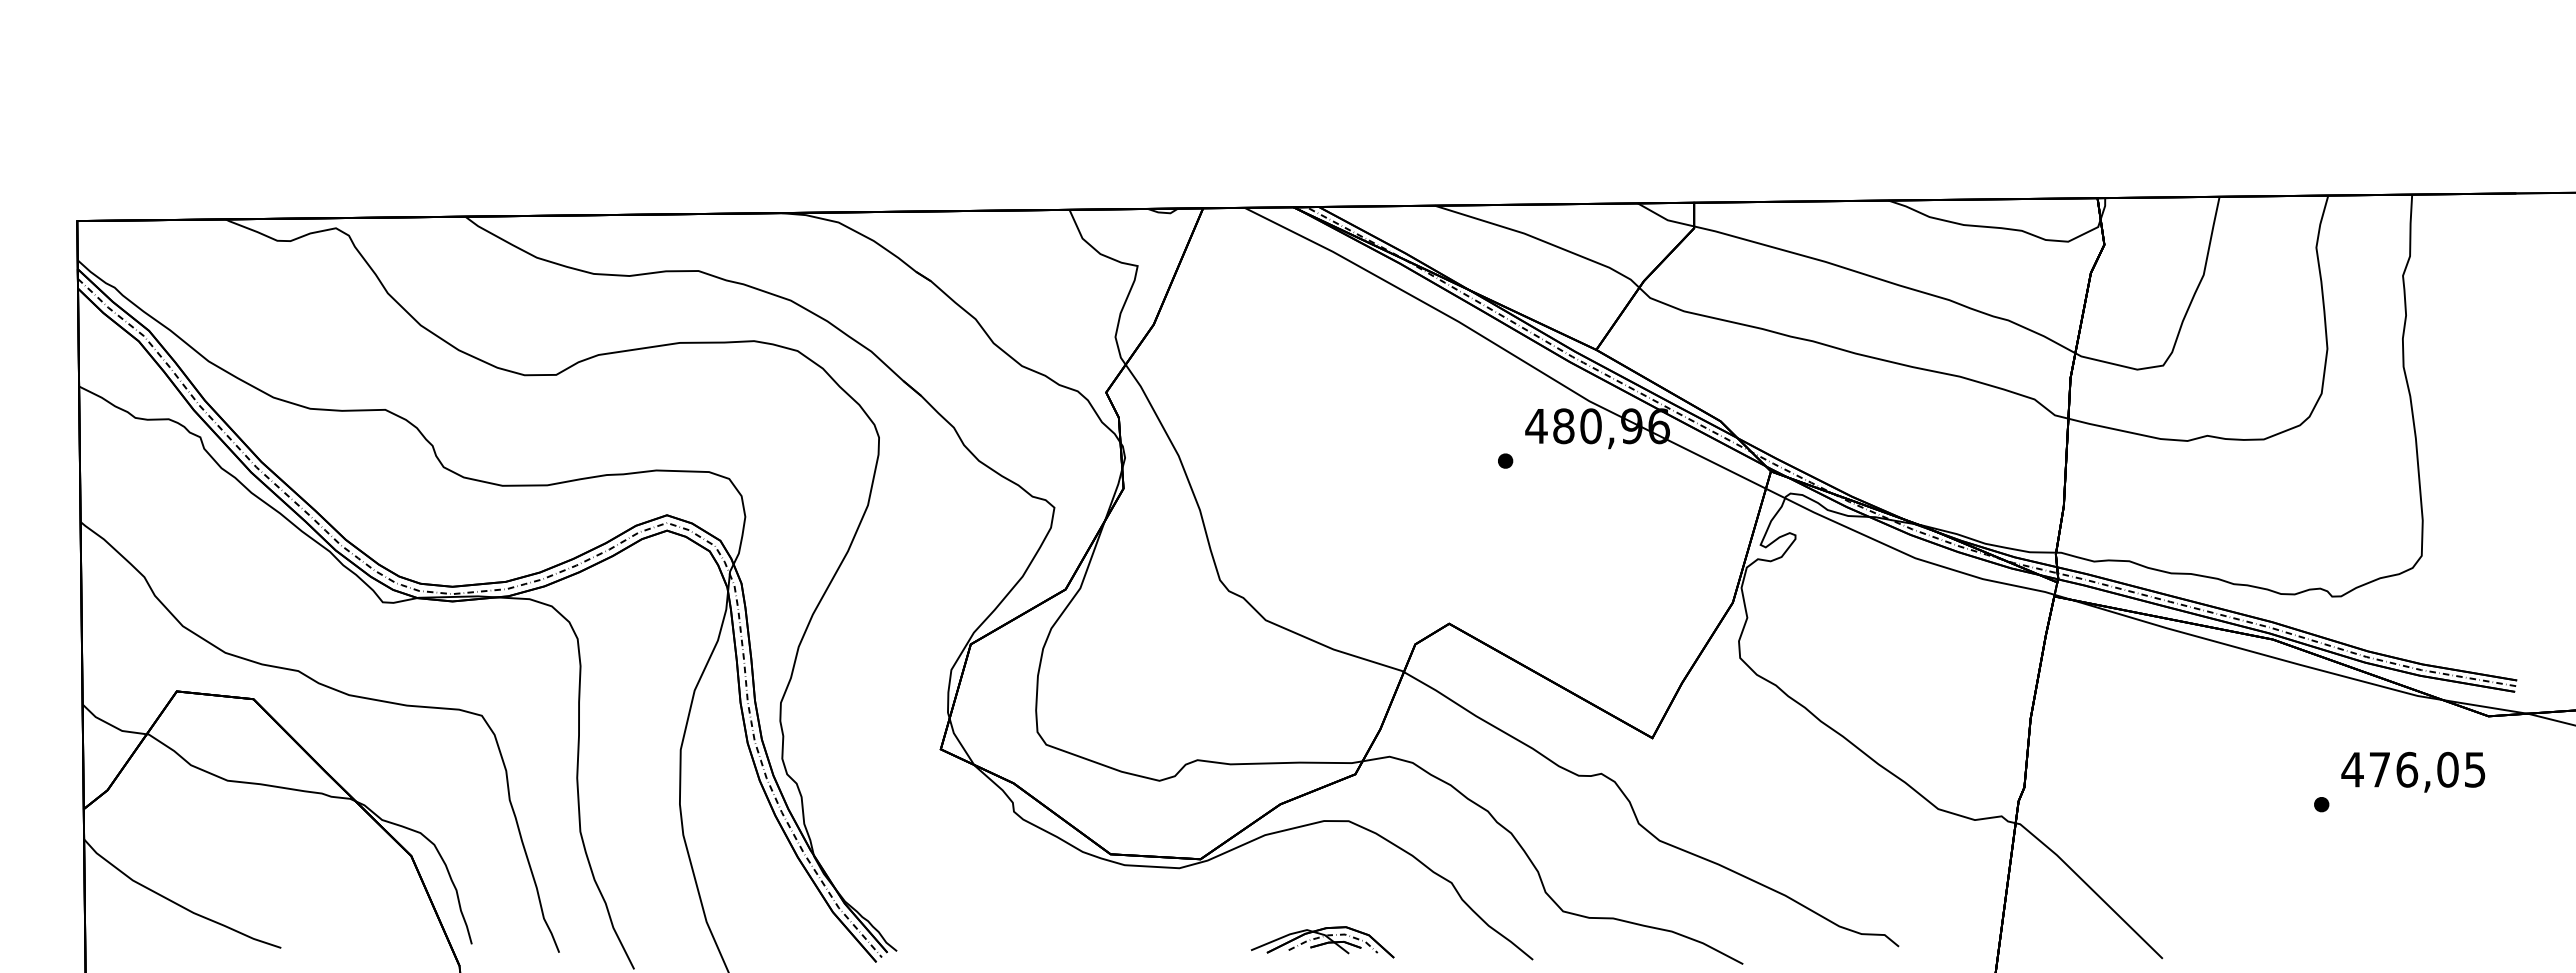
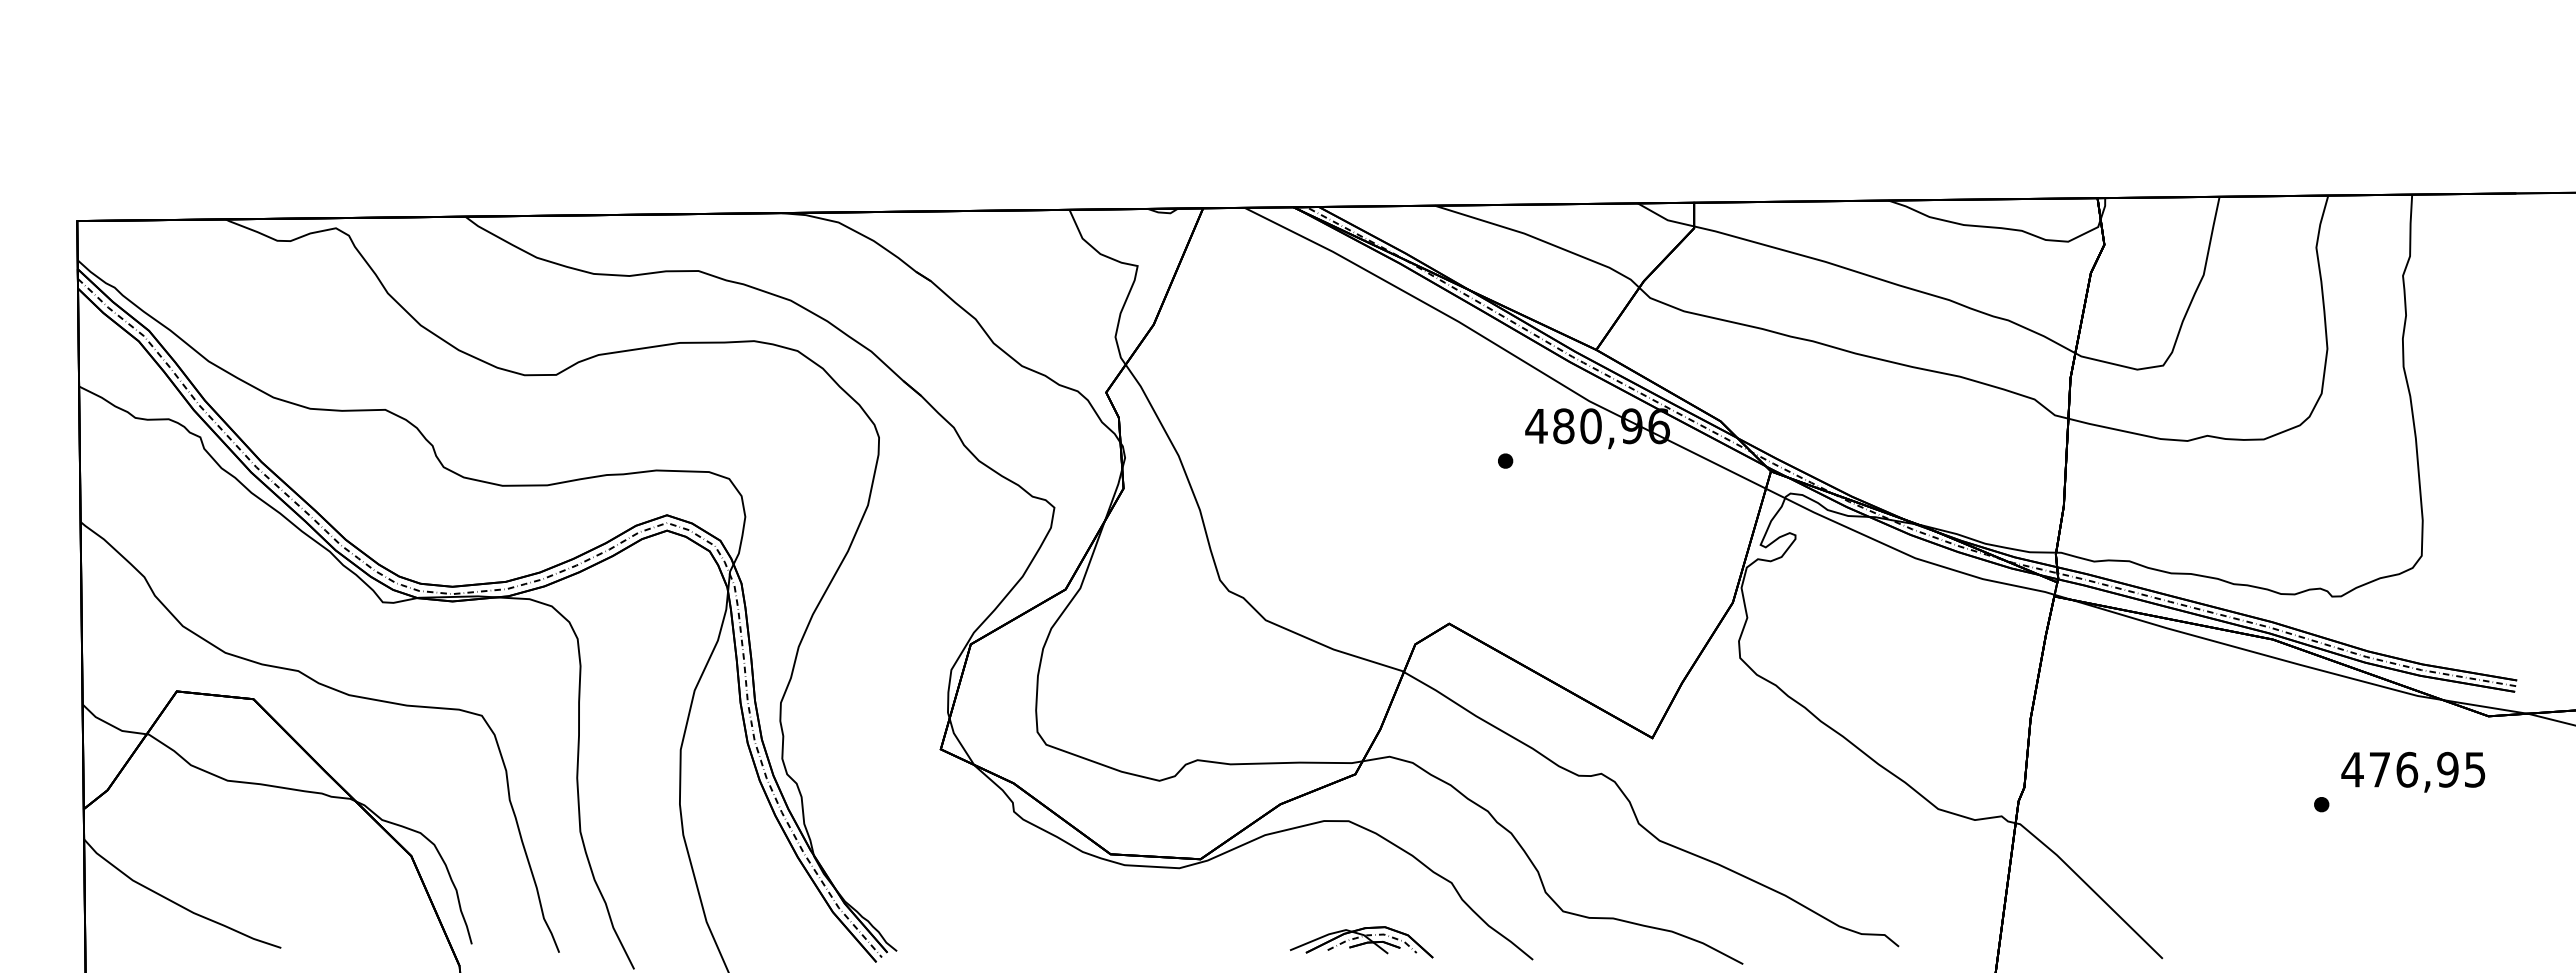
text at (2447, 769): 476,05 -> 476,95
part at (1322, 942) position: (1322, 942) -> (1361, 942)
